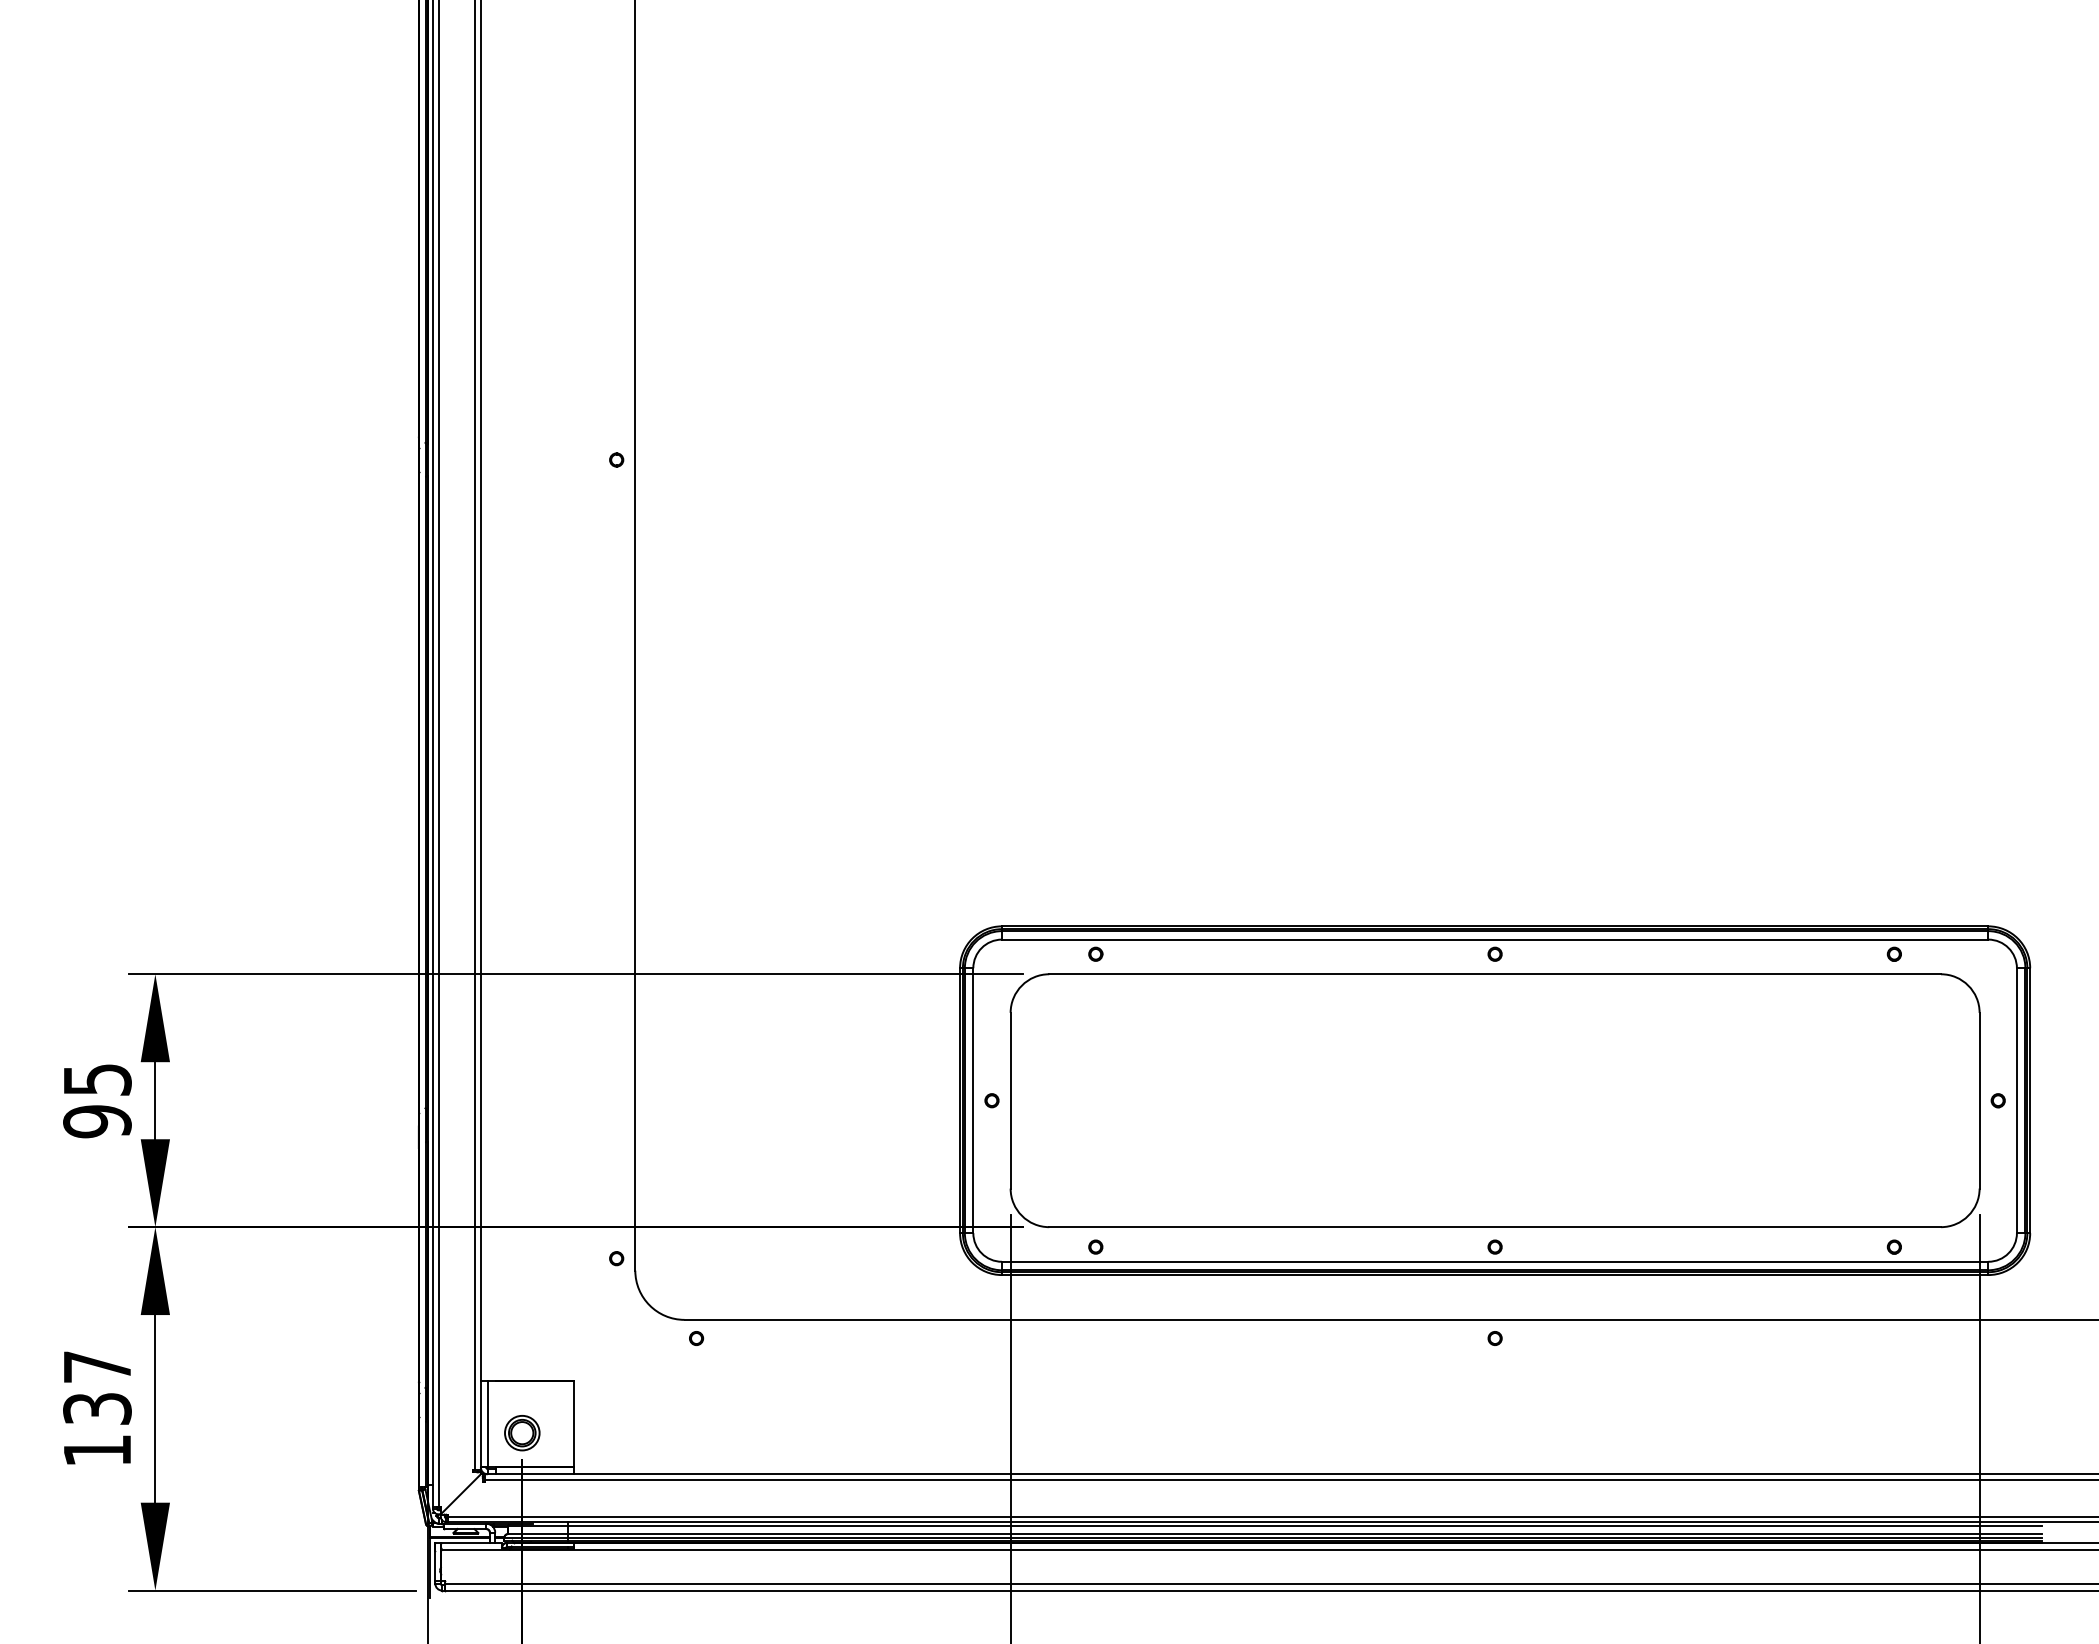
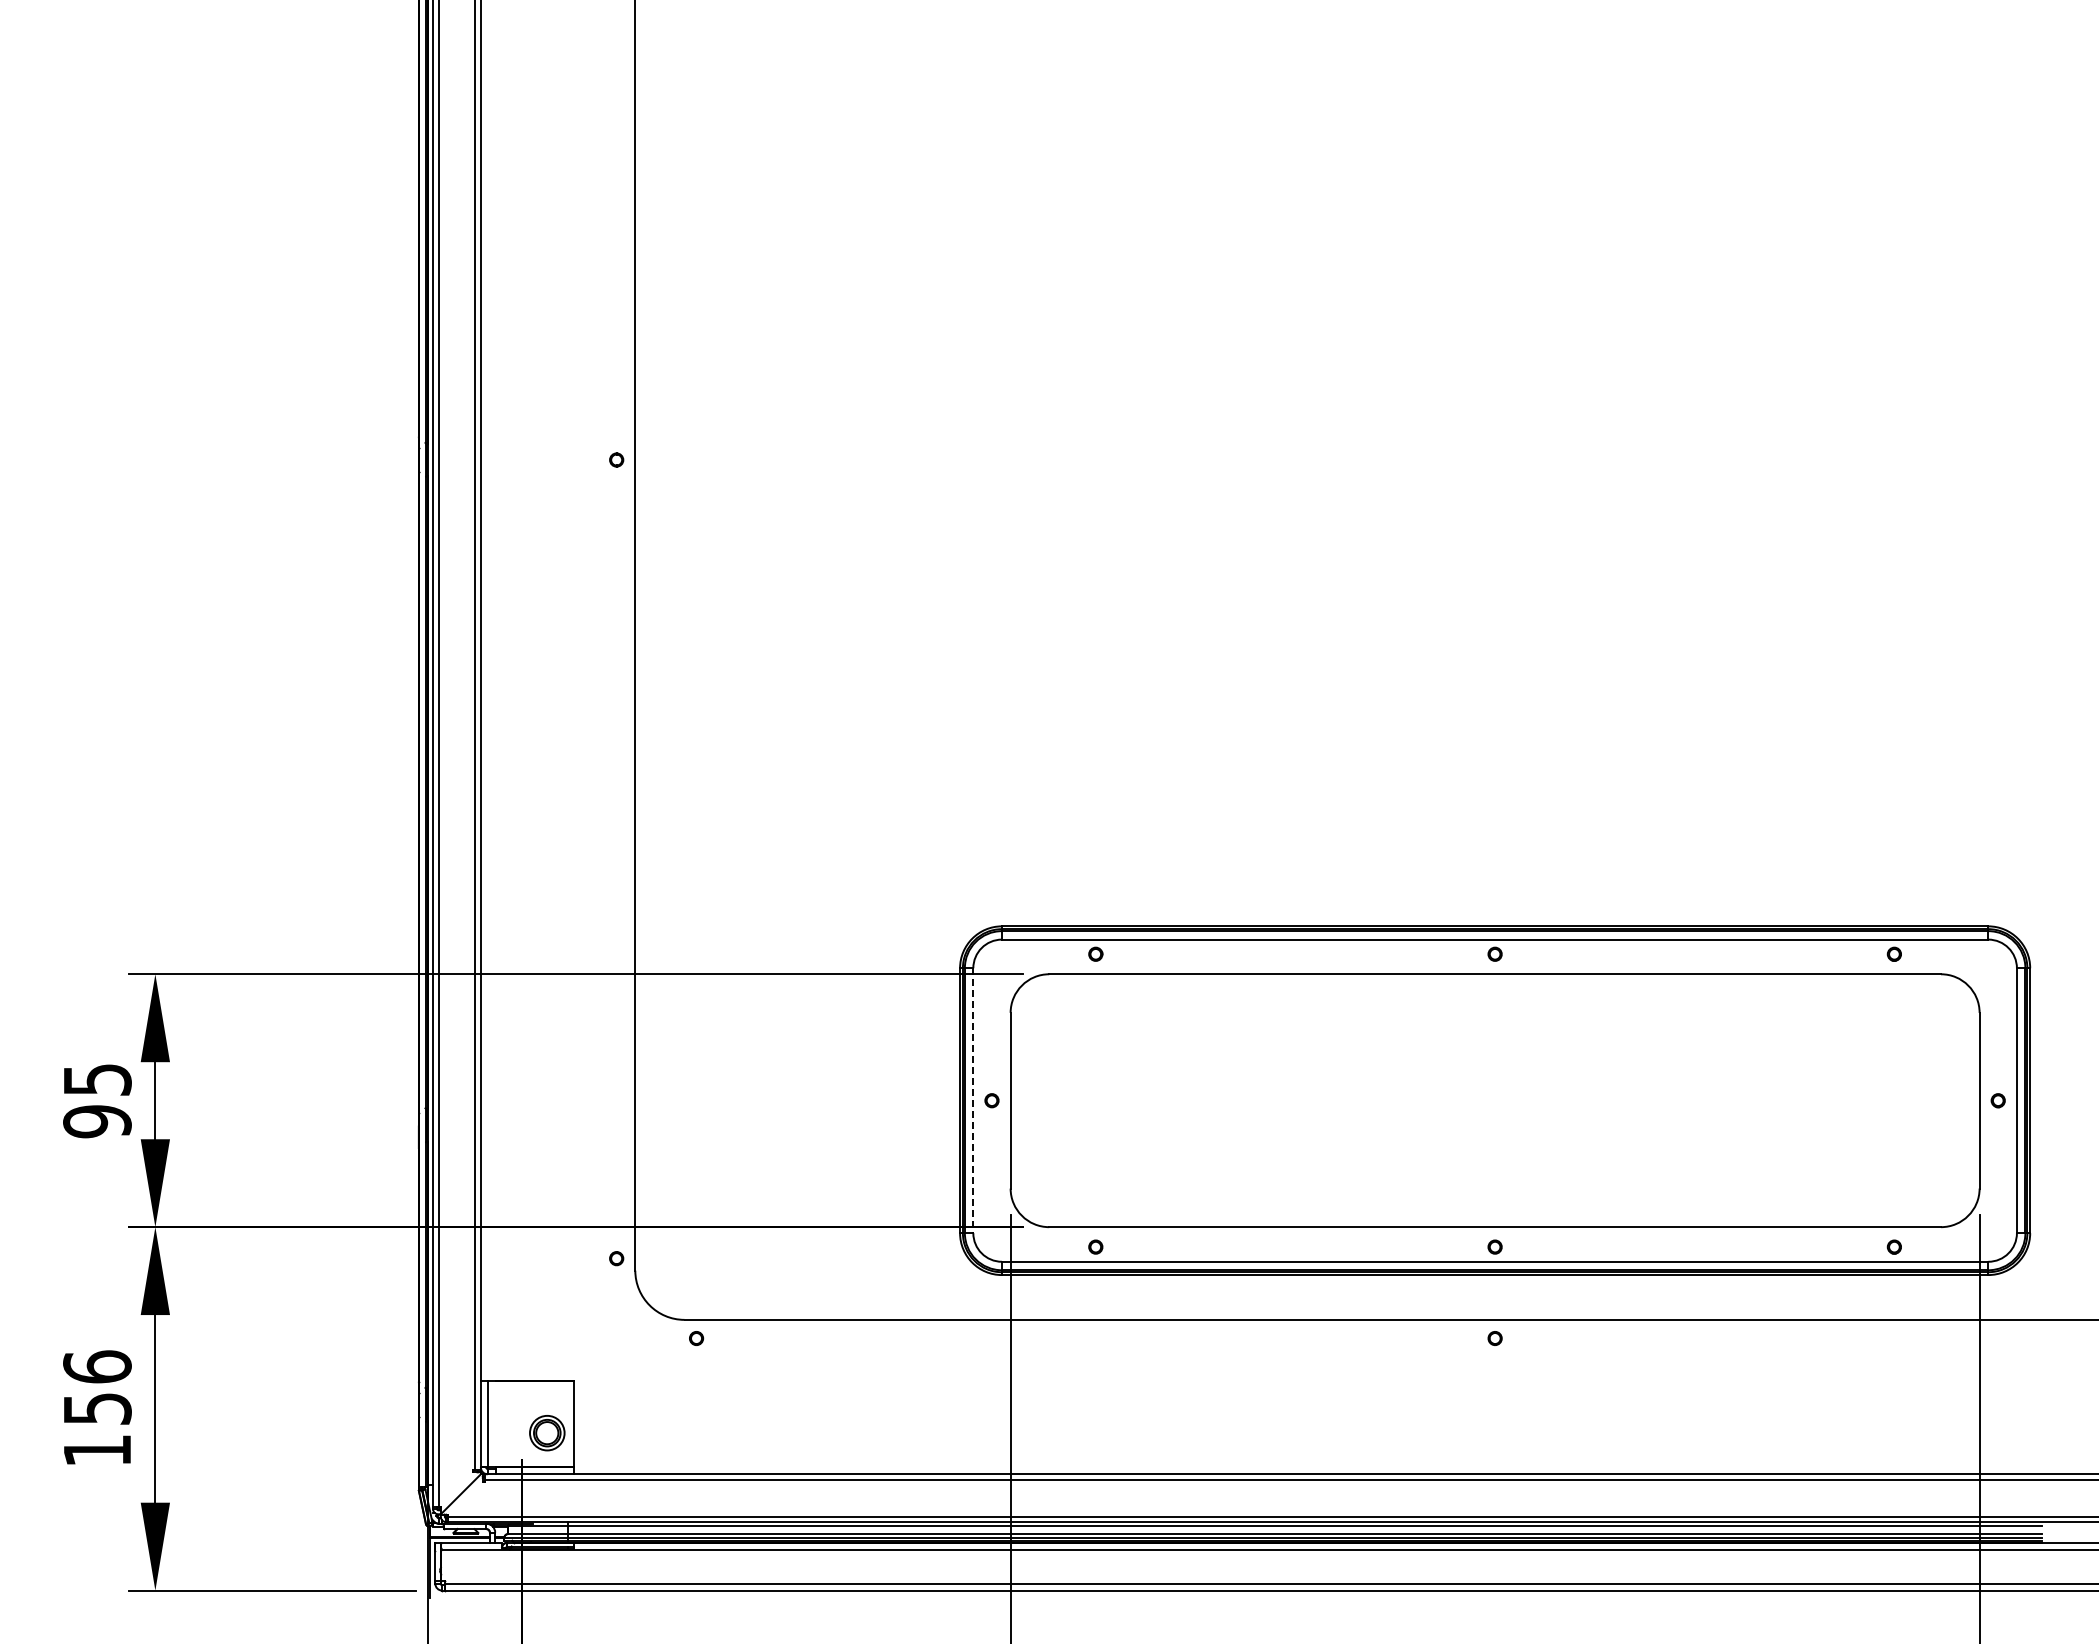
line at (973, 1101): solid -> dashed
text at (97, 1387): 137 -> 156
part at (522, 1433) position: (522, 1433) -> (547, 1433)
